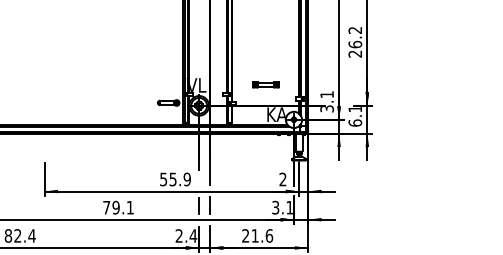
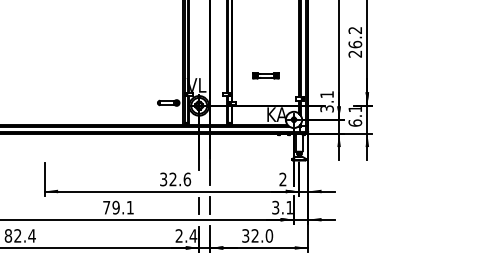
part at (265, 84) position: (265, 84) -> (265, 75)
text at (175, 179): 55.9 -> 32.6
text at (257, 235): 21.6 -> 32.0
